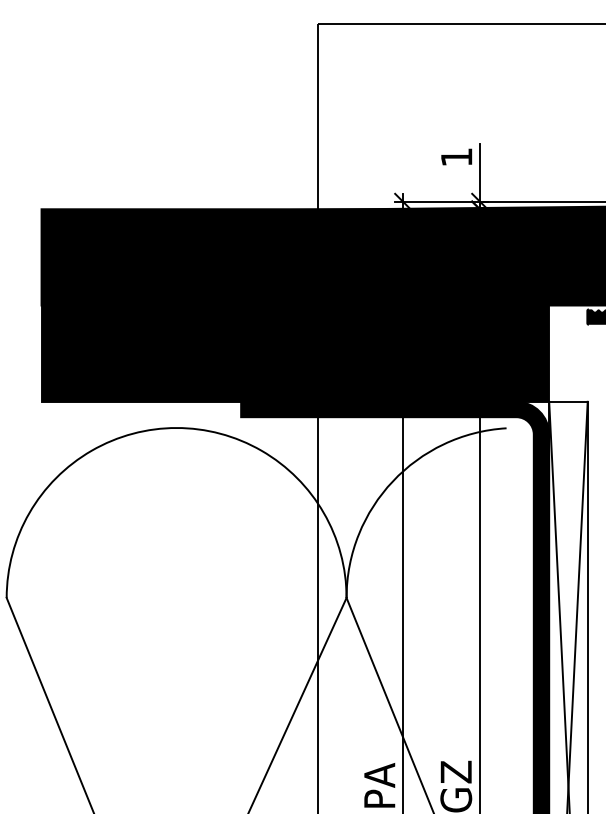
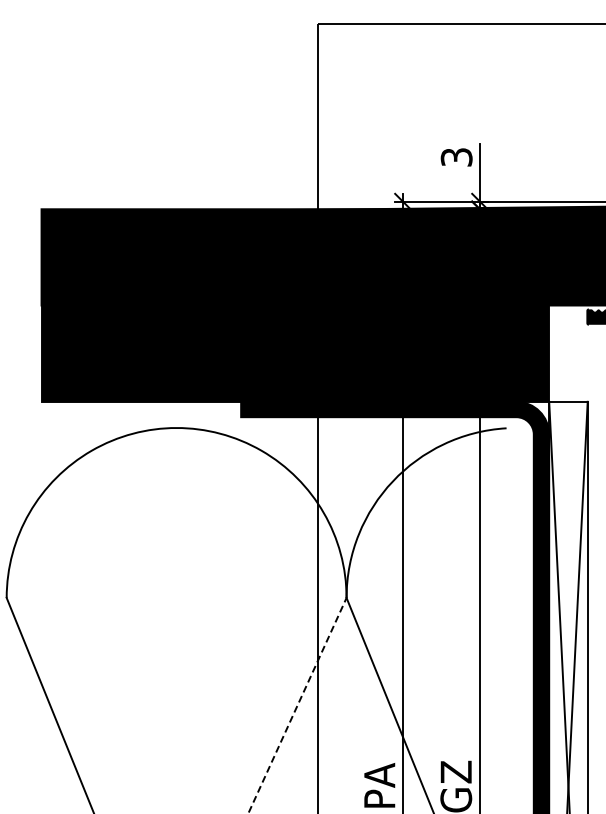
text at (456, 157): 1 -> 3
line at (297, 705): solid -> dashed
